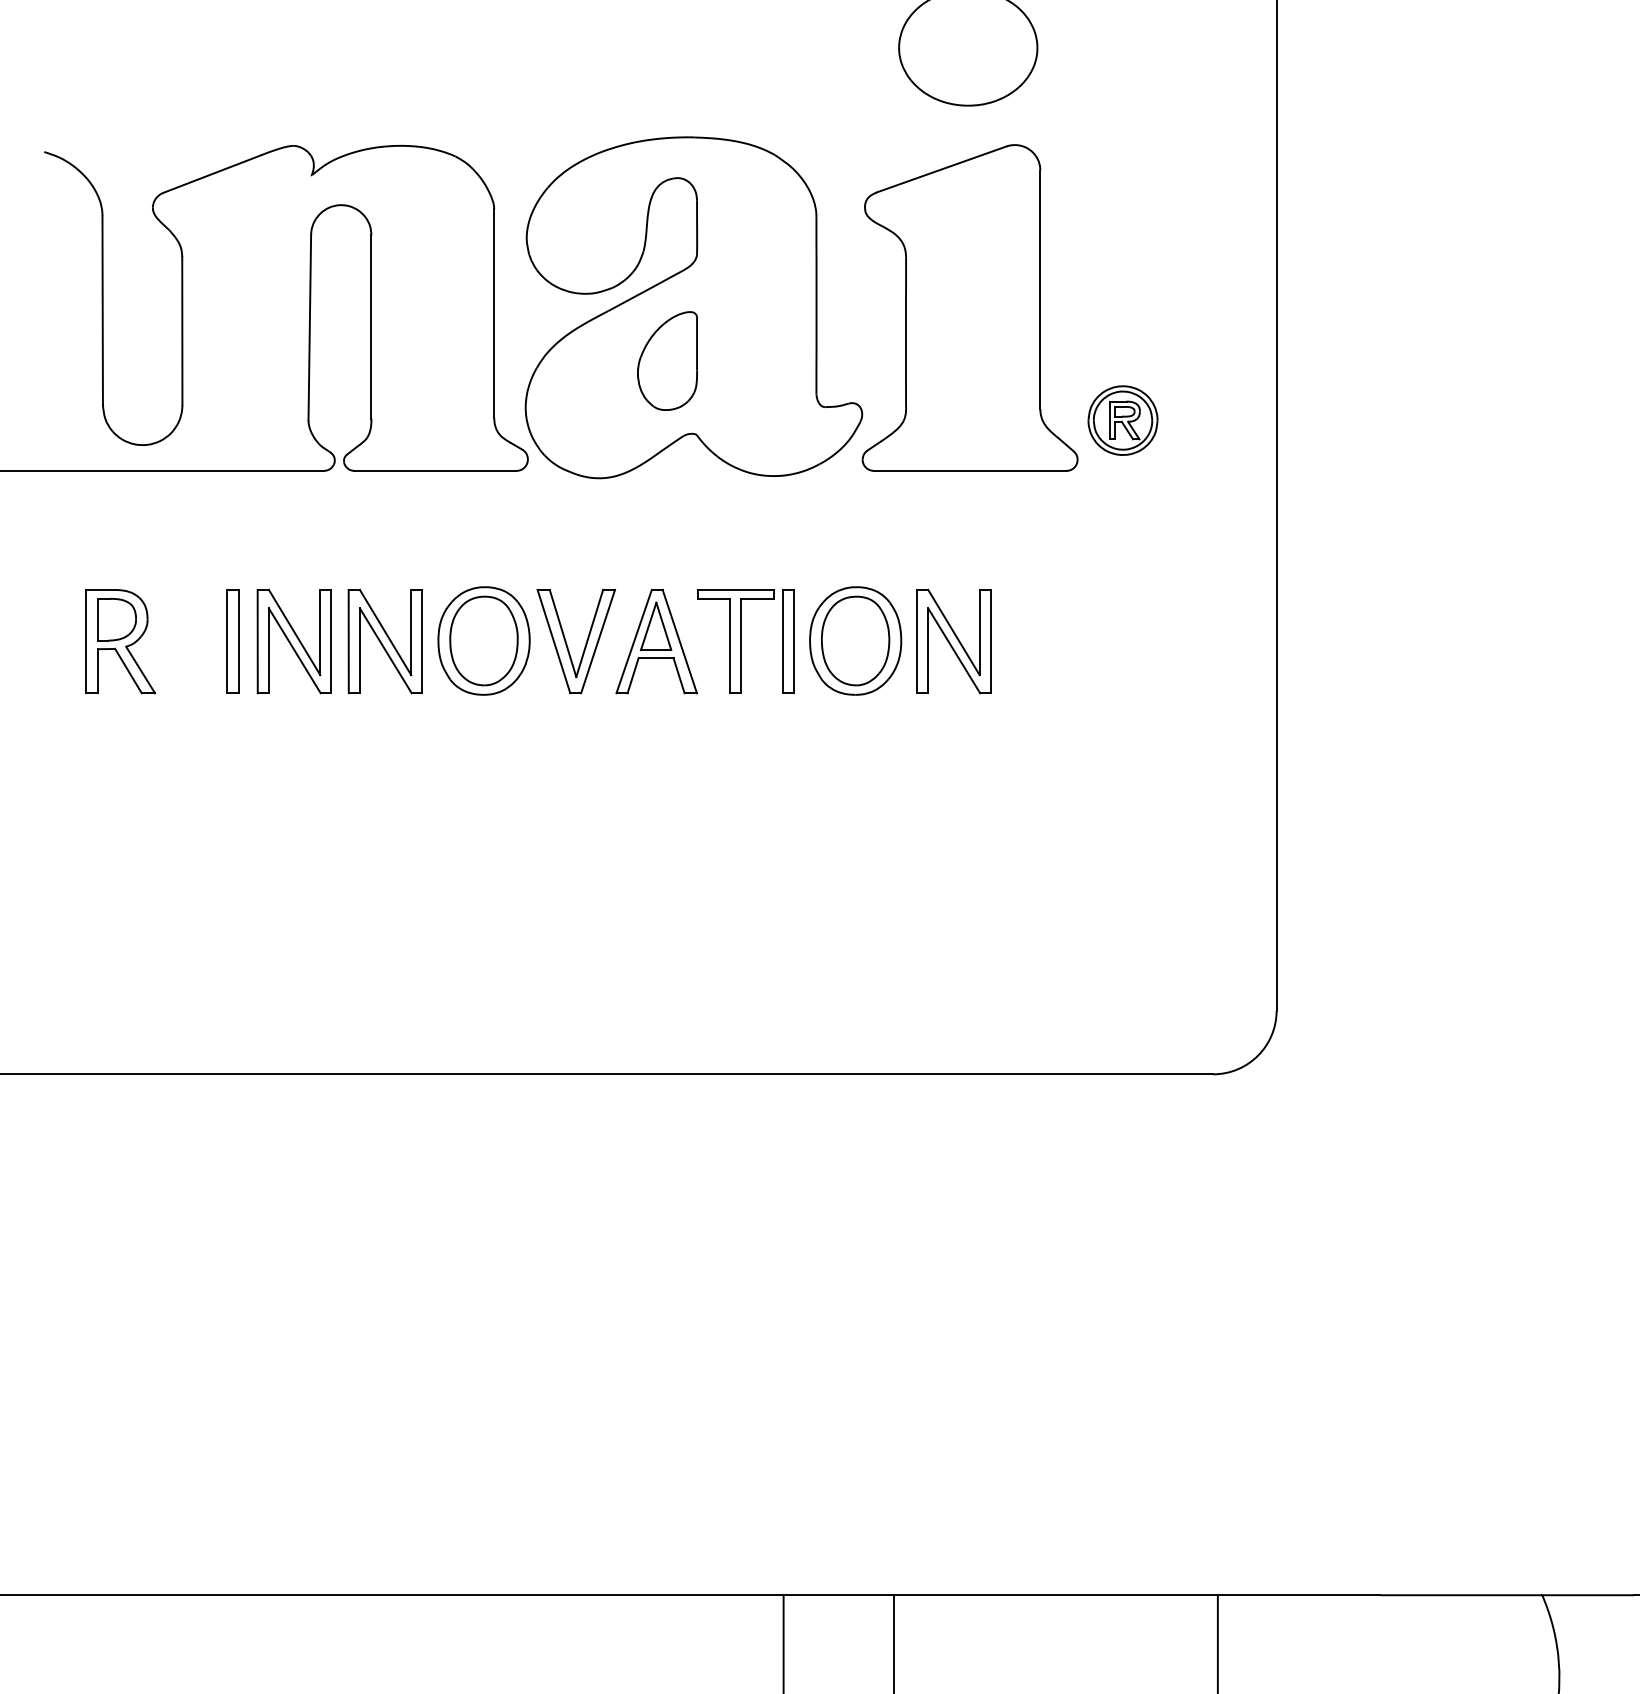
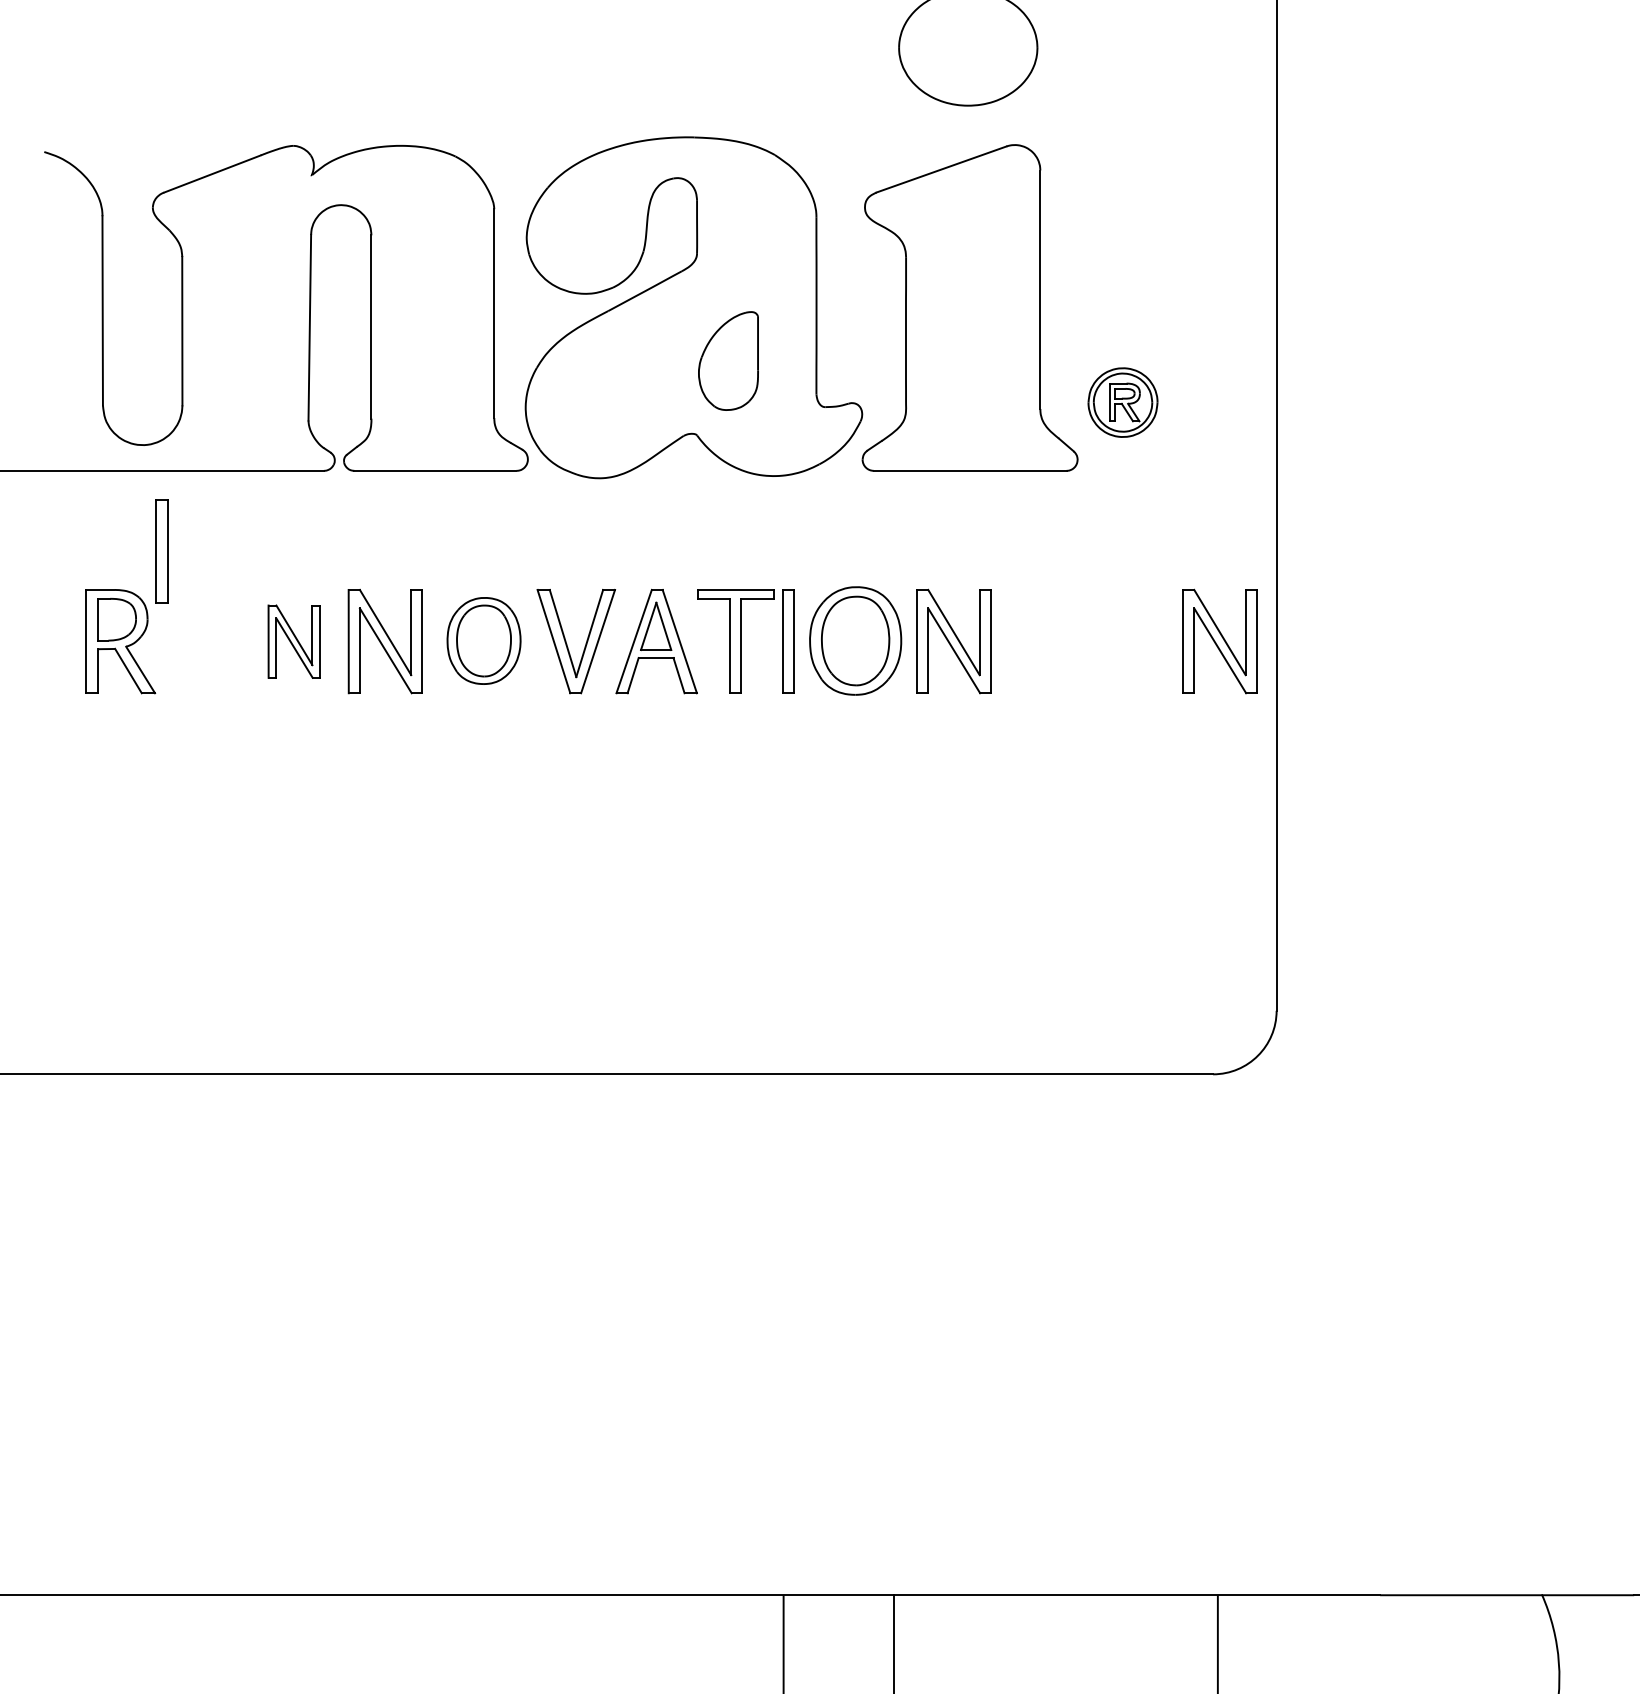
part at (667, 360) position: (667, 360) -> (728, 360)
part at (1122, 420) position: (1122, 420) -> (1122, 402)
part at (483, 640) size: 94x110 px -> 76x88 px
part at (232, 641) position: (232, 641) -> (161, 551)
part at (293, 641) size: 76x106 px -> 54x75 px
part at (1219, 641): none -> present
